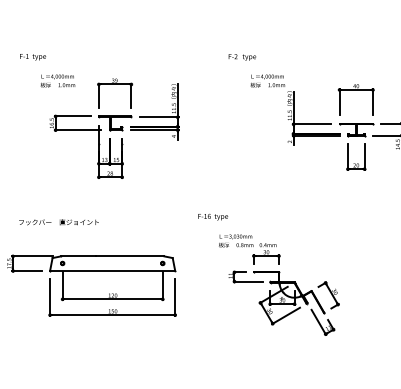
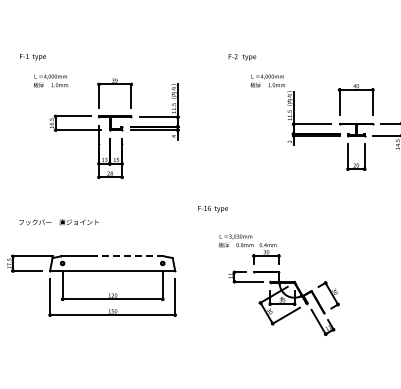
text at (57, 80) position: (57, 80) -> (50, 80)
text at (213, 217) position: (213, 217) -> (213, 209)
line at (129, 256): solid -> dashed
